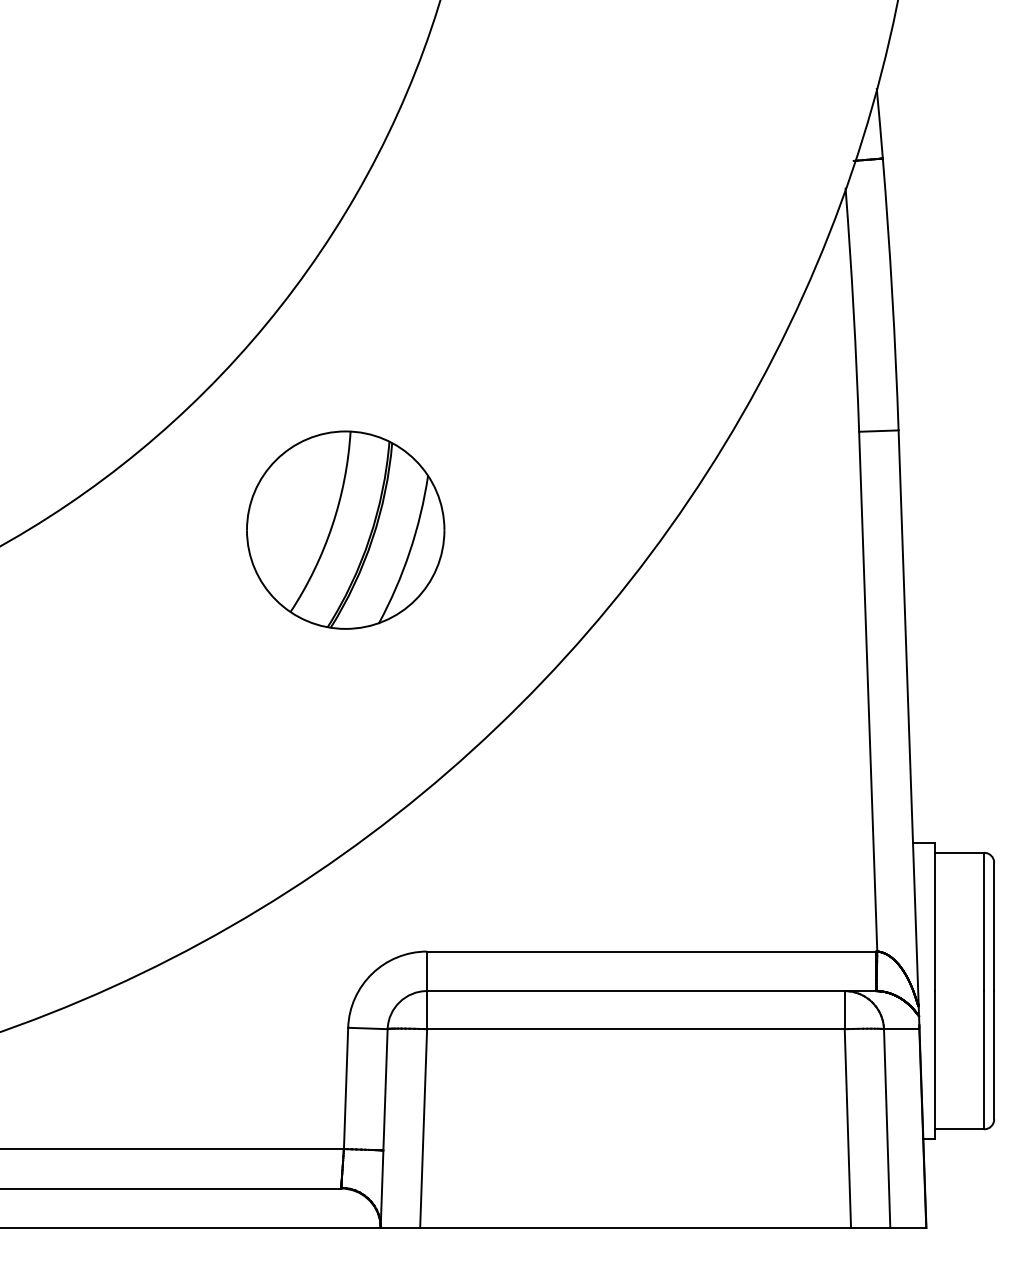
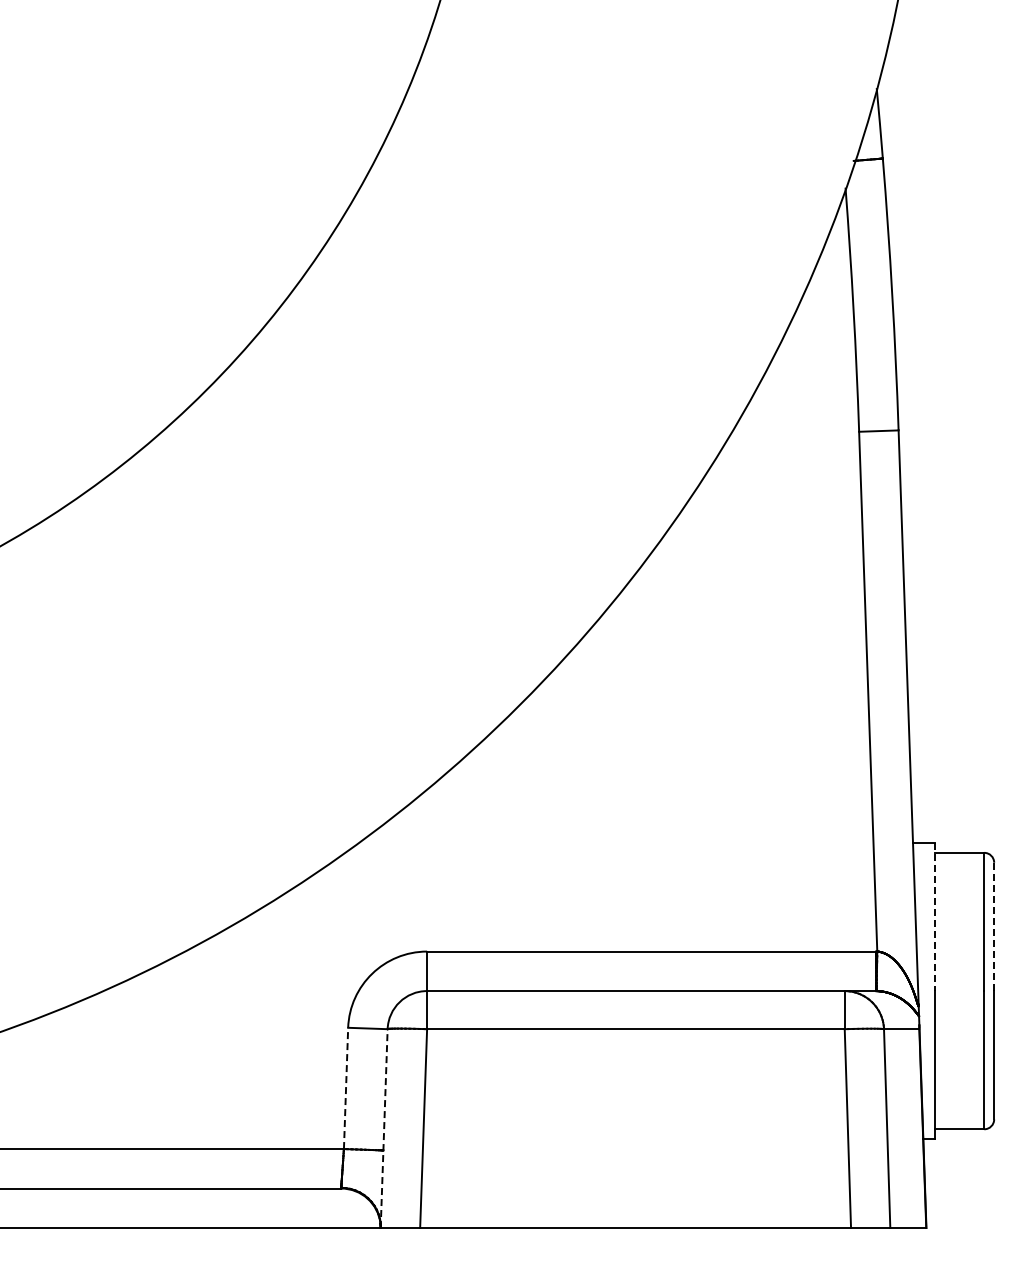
part at (345, 529): present -> none
line at (934, 917): solid -> dashed
line at (994, 926): solid -> dashed
line at (346, 1088): solid -> dashed
line at (384, 1128): solid -> dashed
